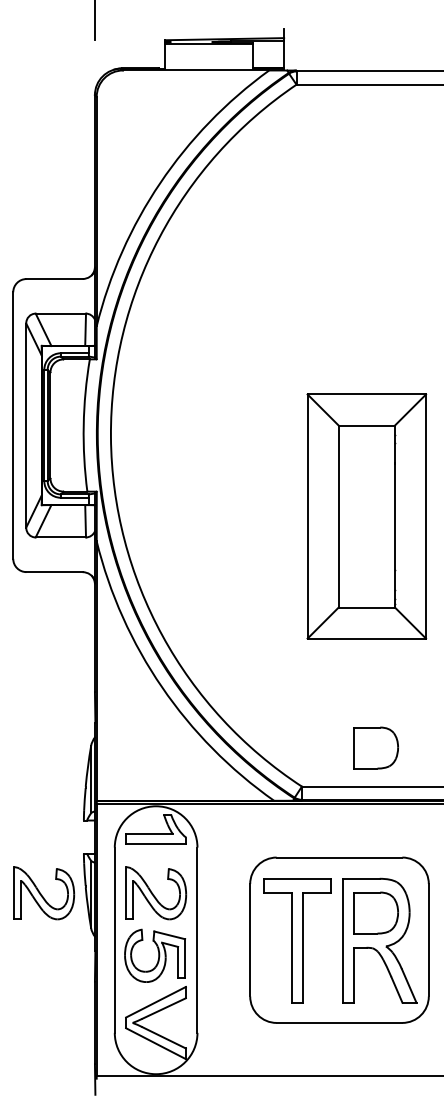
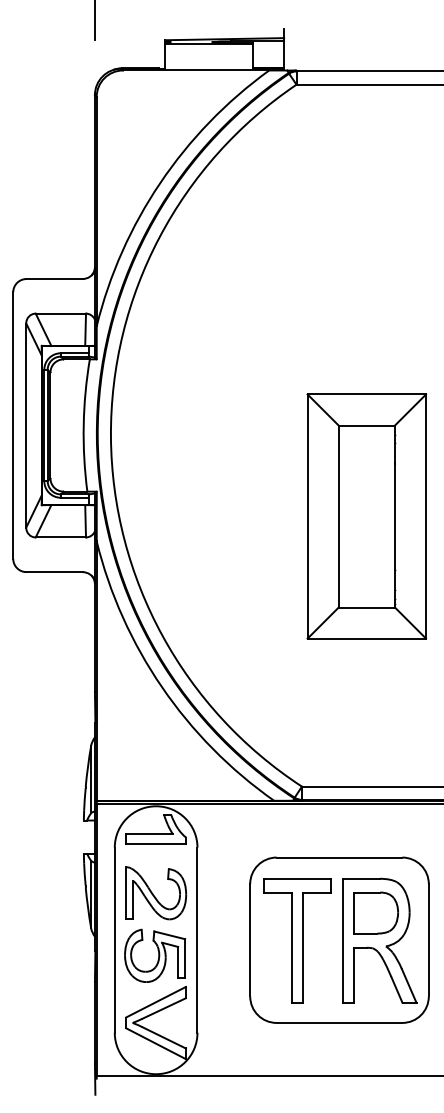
part at (375, 747): present -> none
part at (44, 893): present -> none
